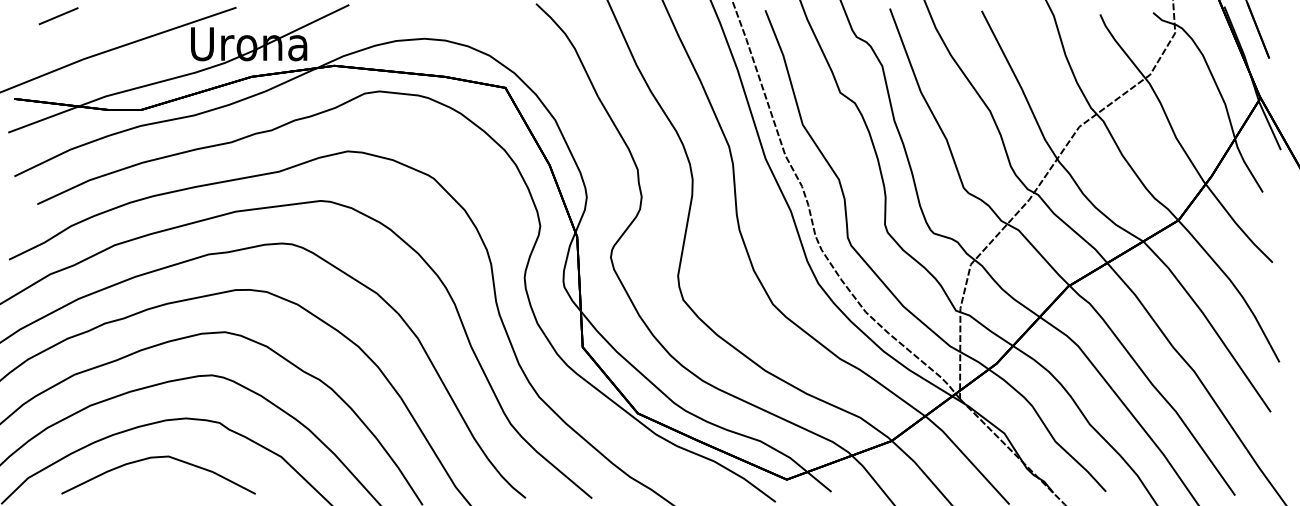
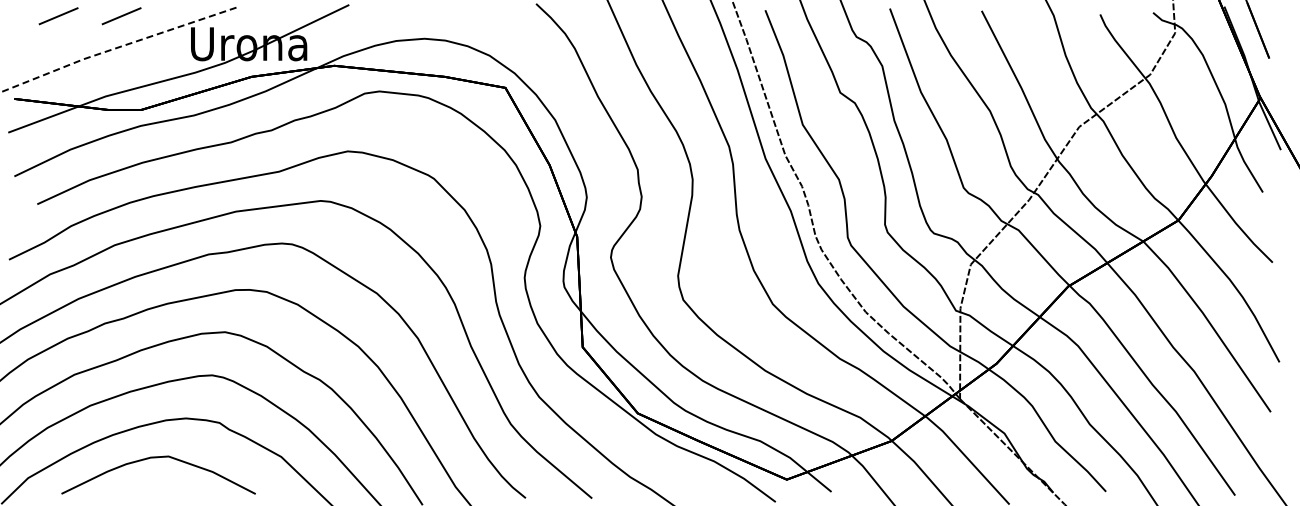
line at (121, 16): none -> present
line at (116, 48): solid -> dashed
